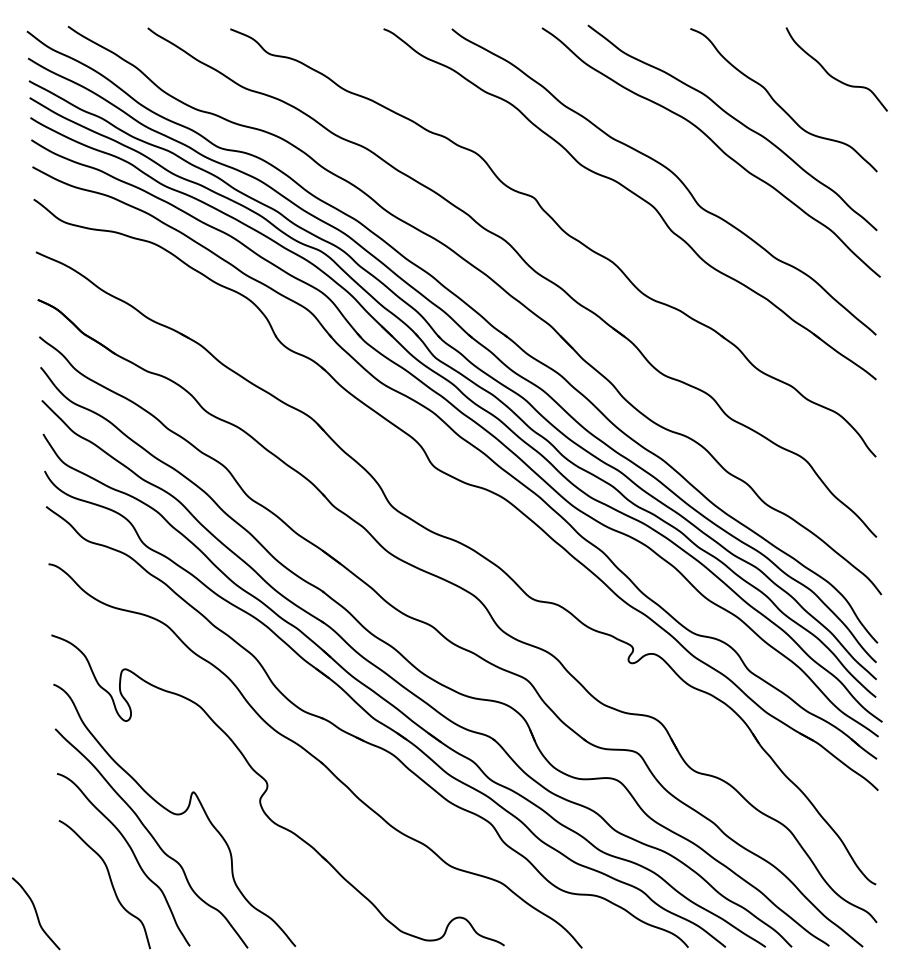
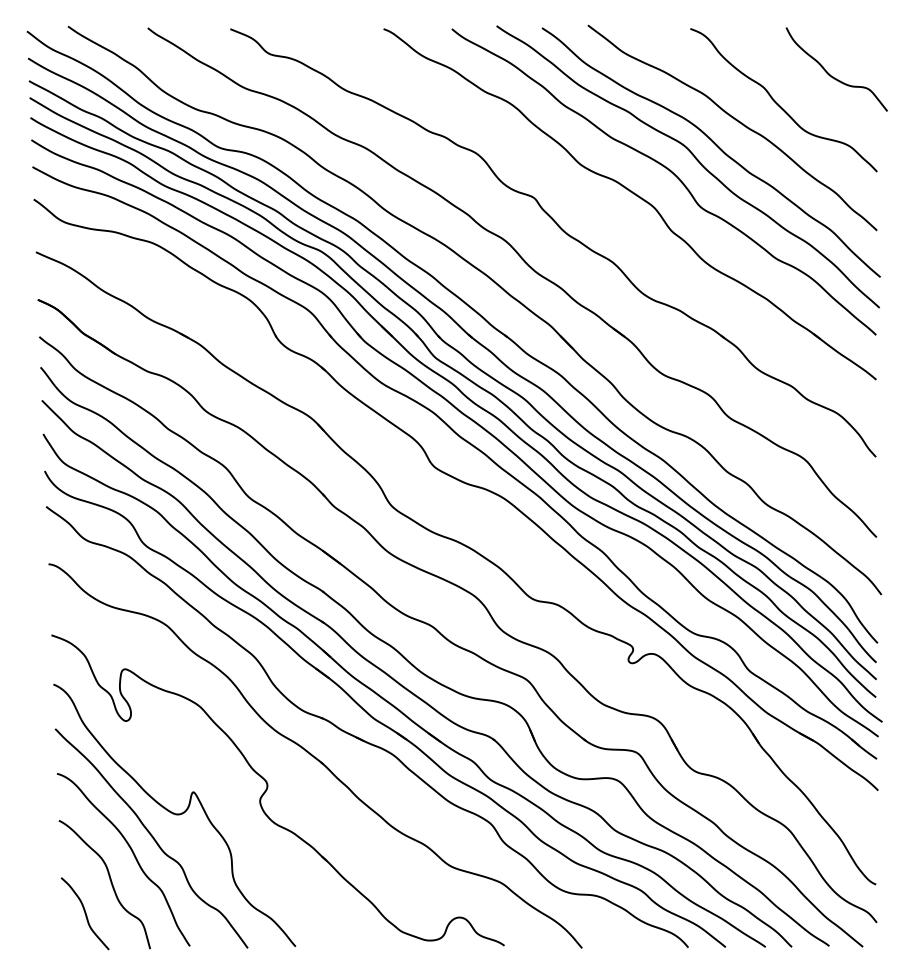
curve at (694, 158): none -> present
curve at (35, 913) position: (35, 913) -> (84, 913)
